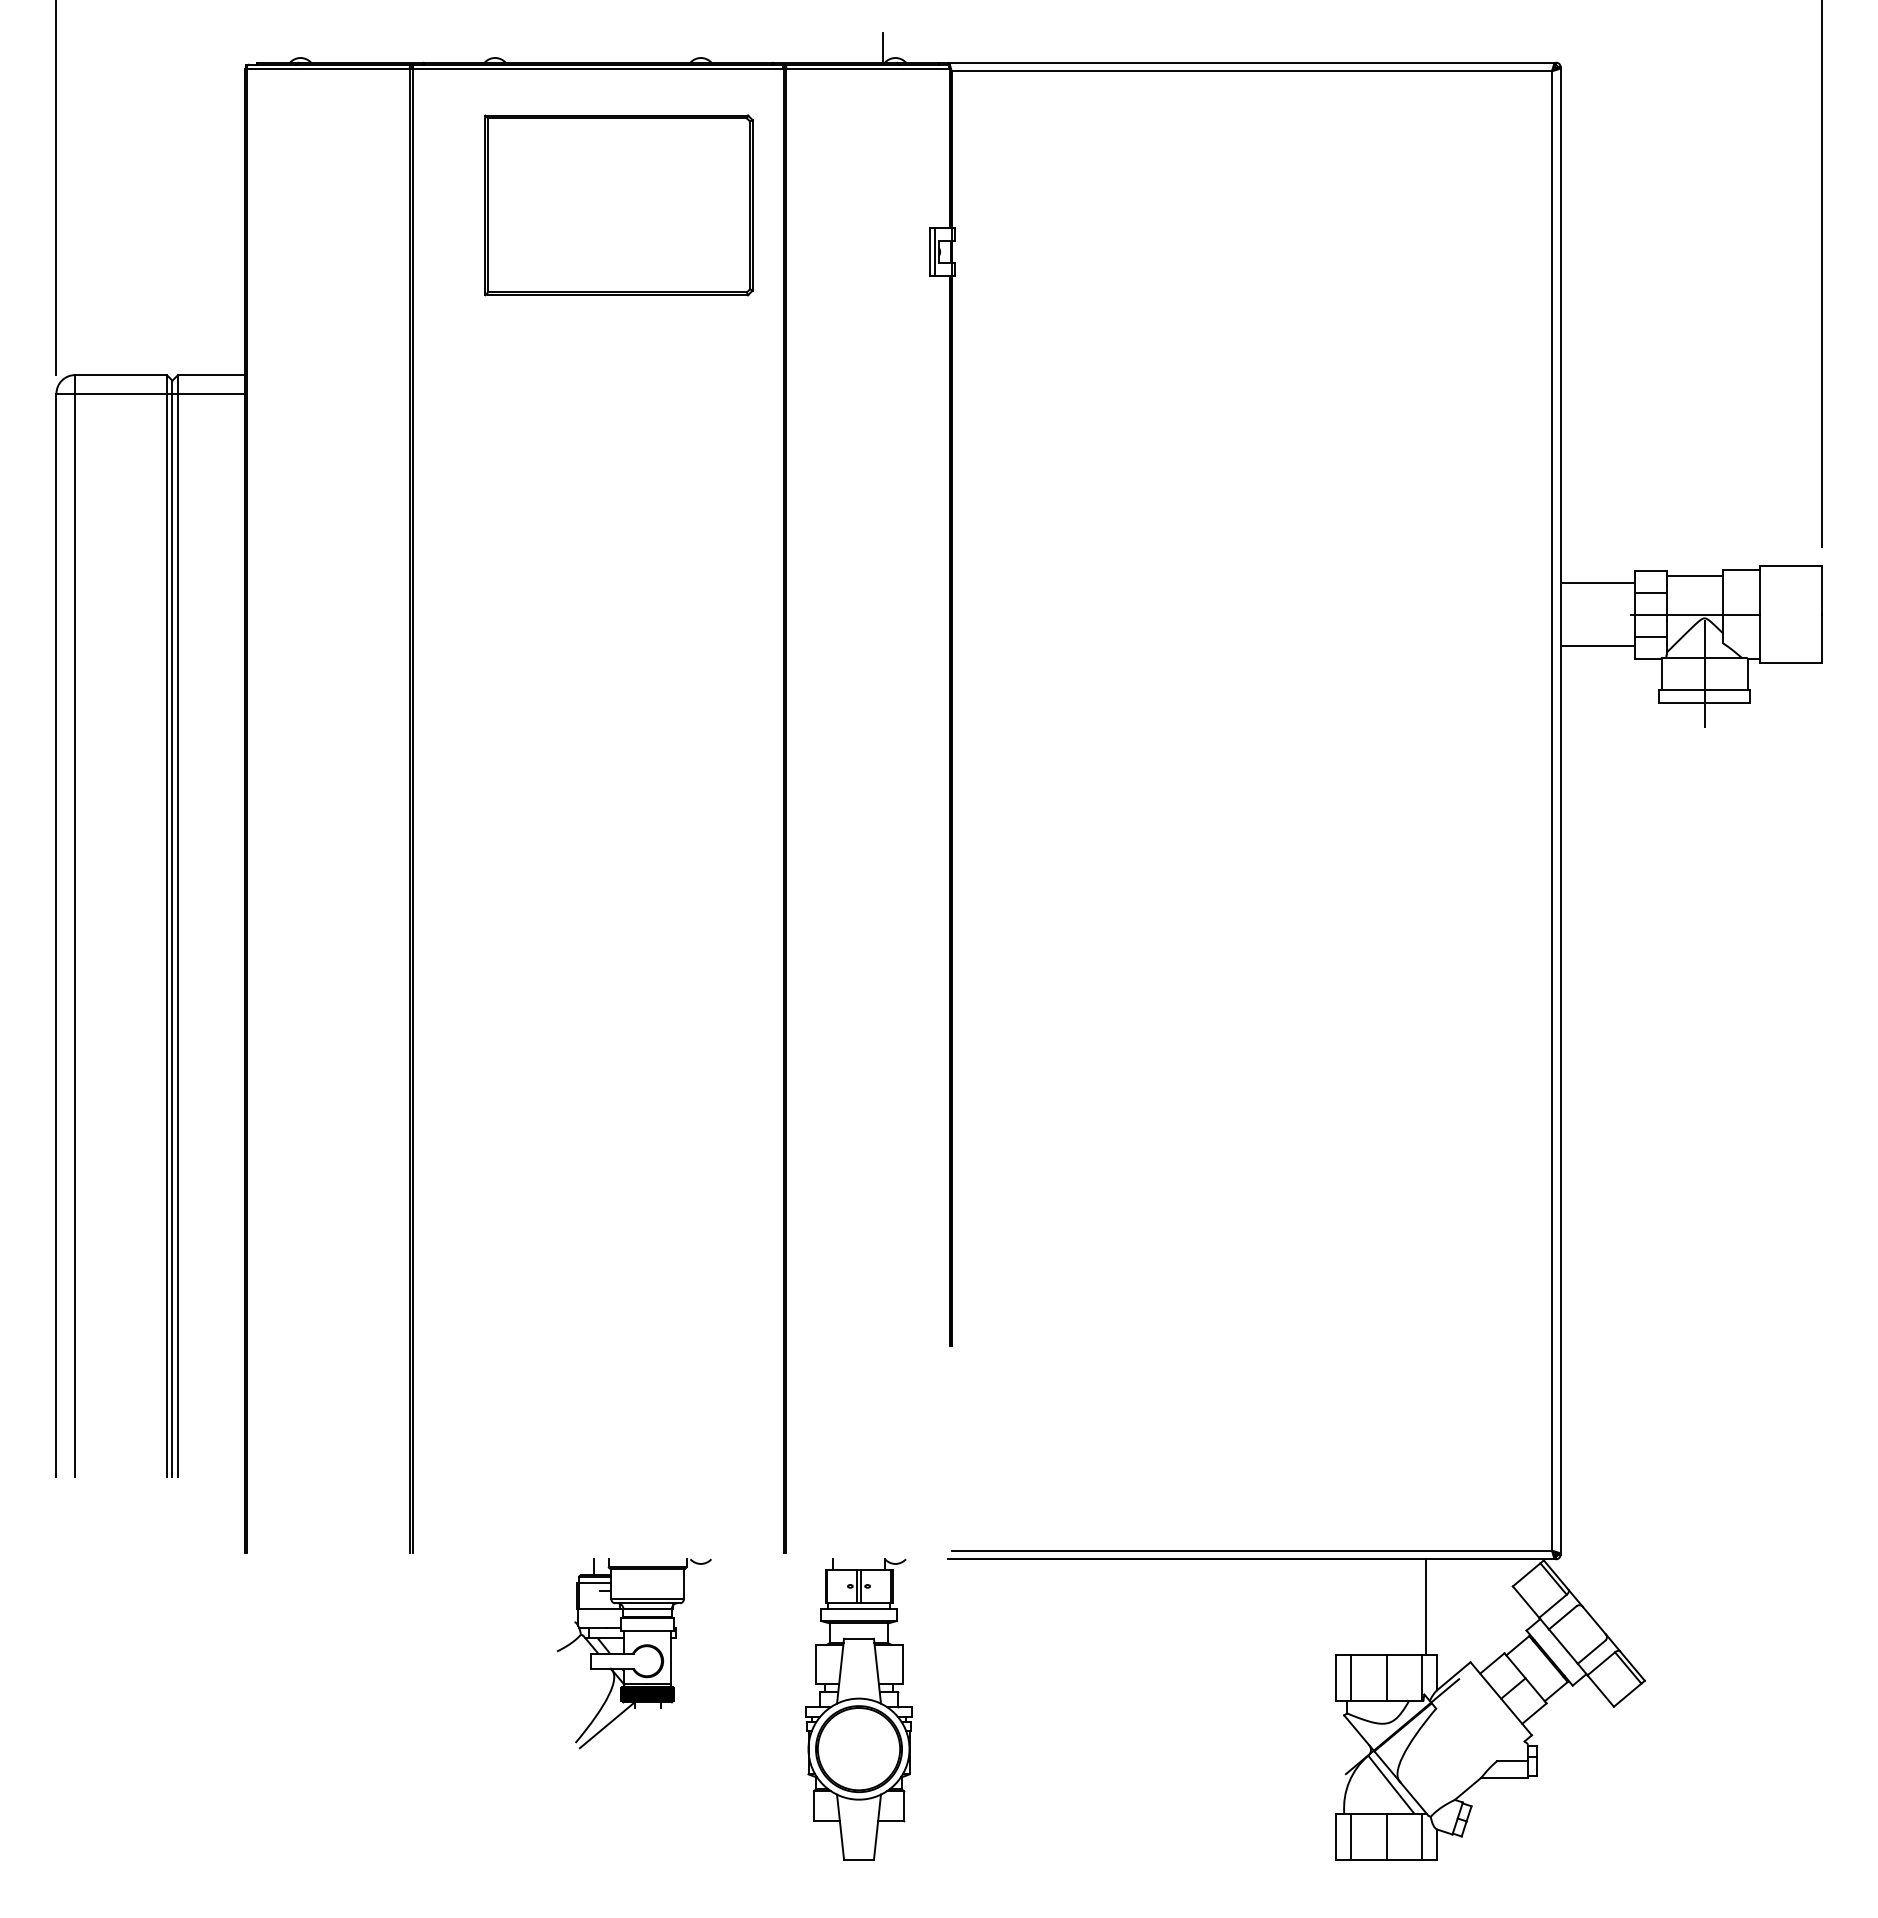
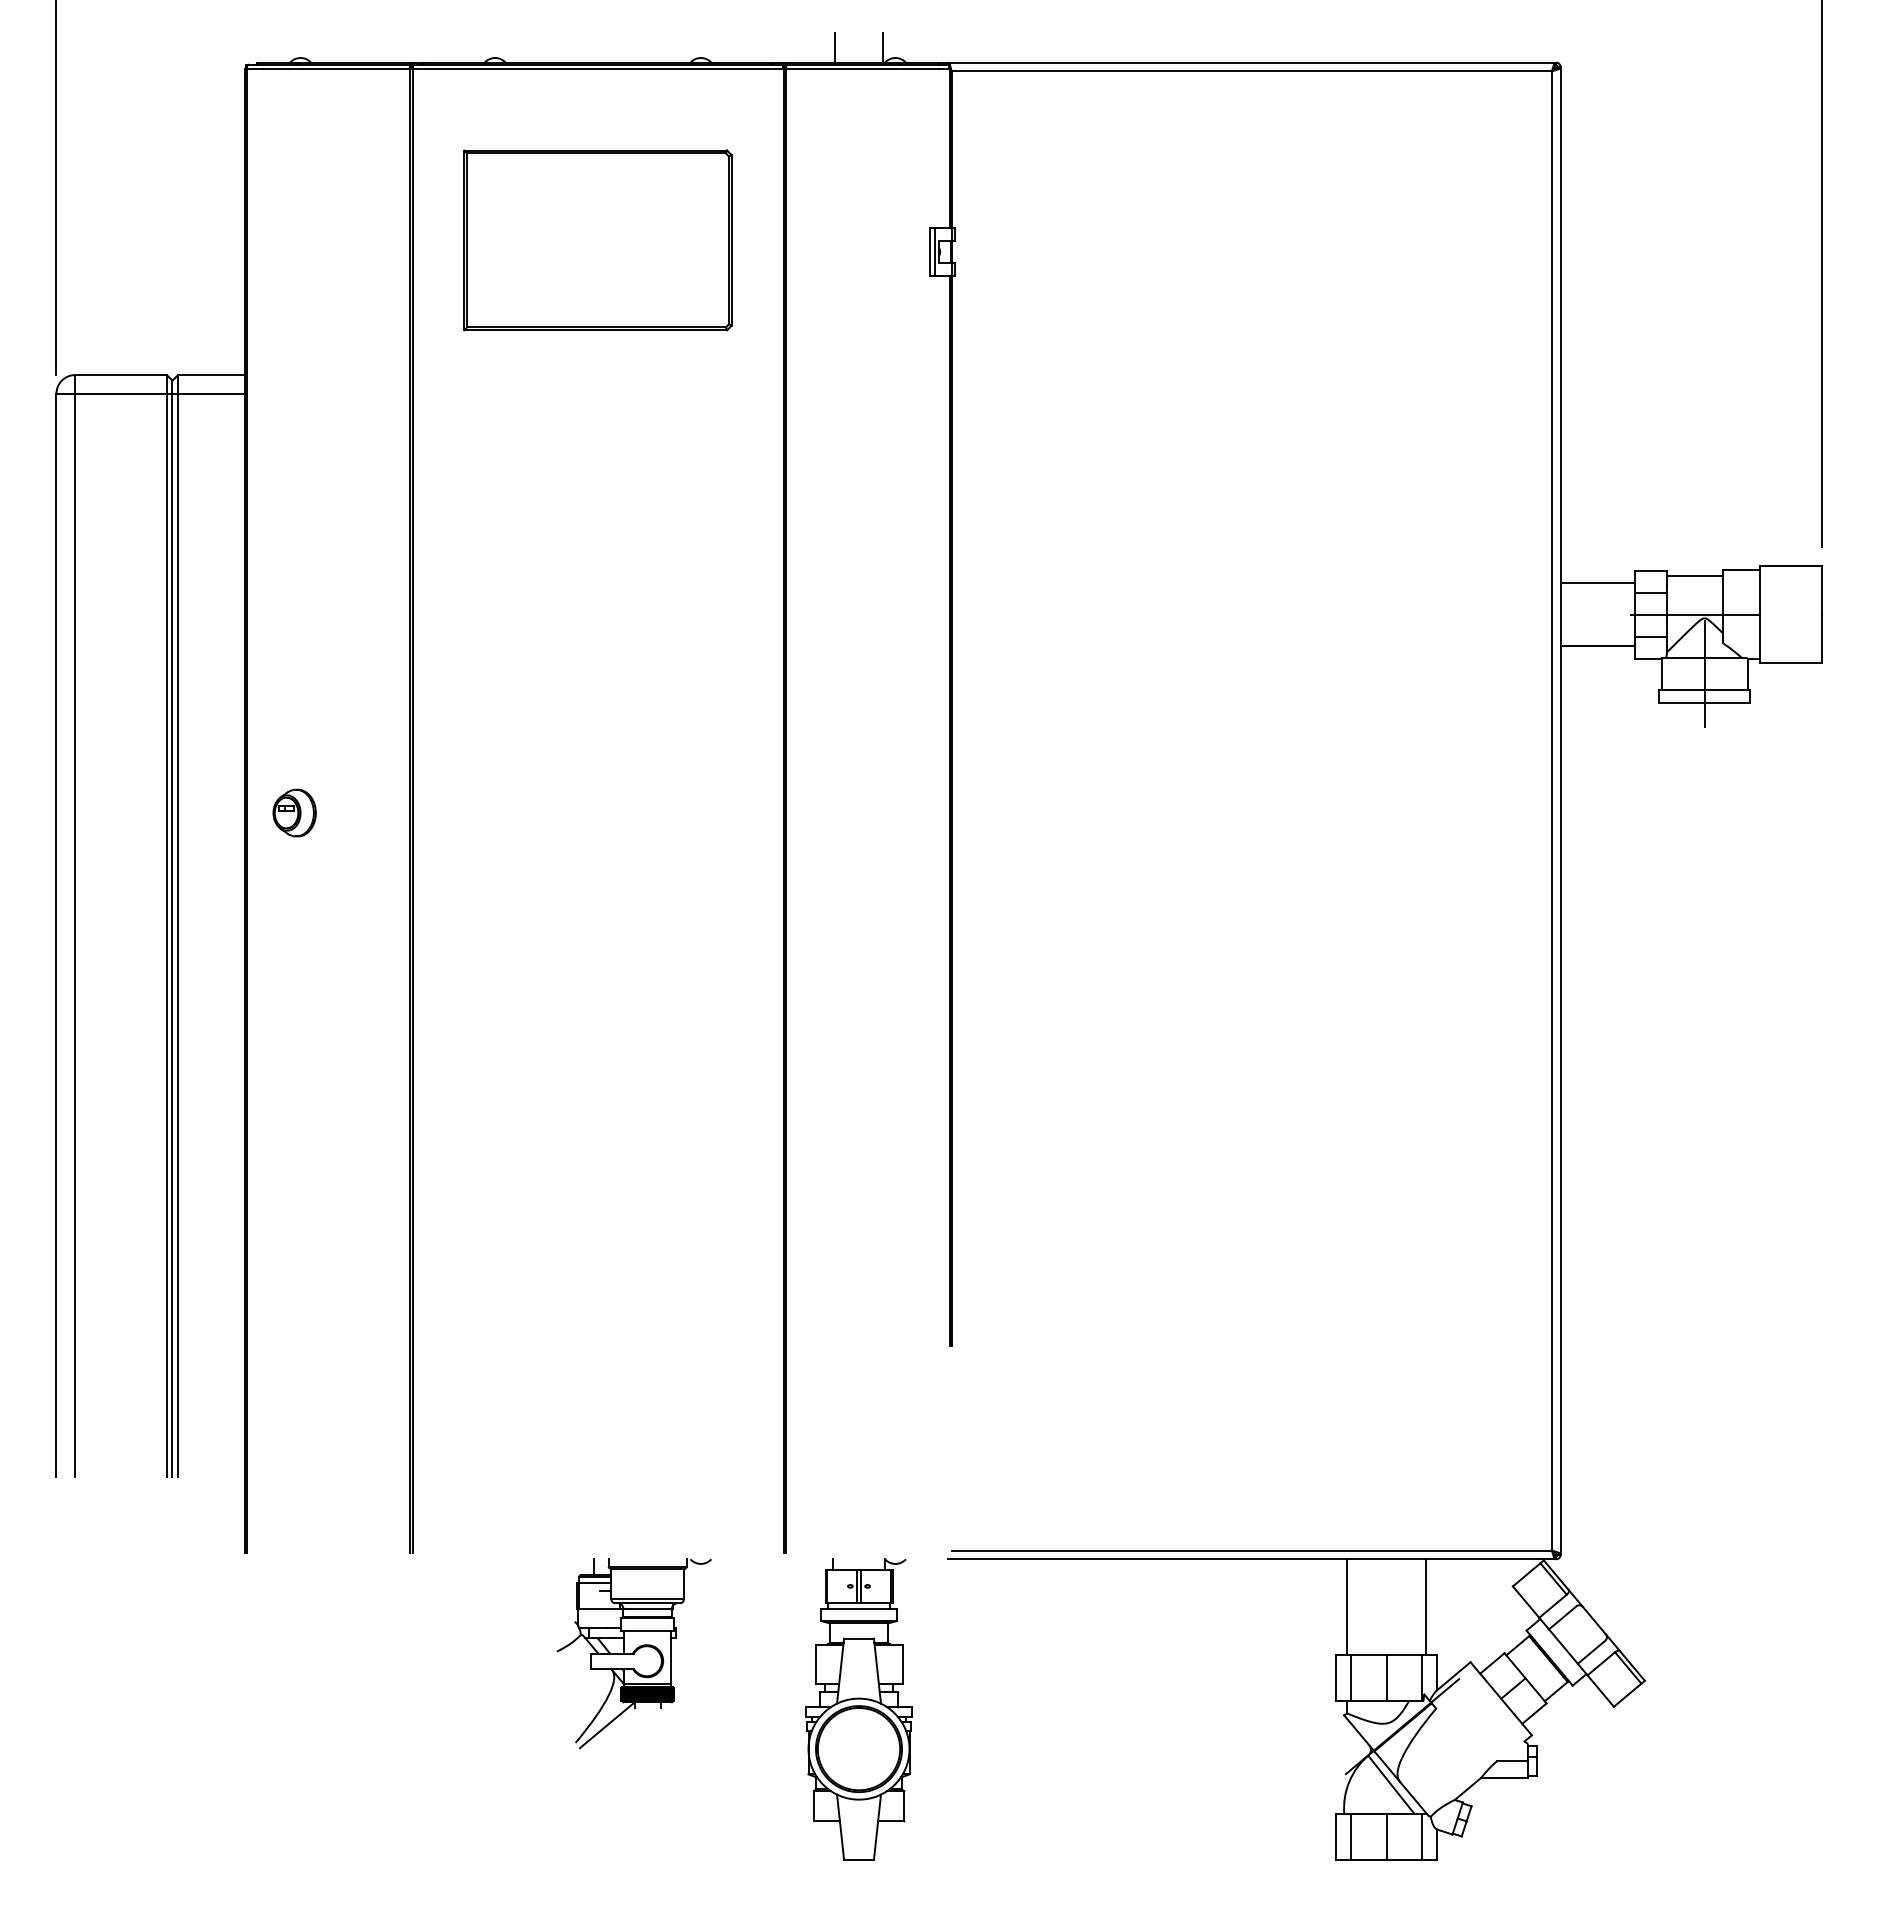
line at (834, 47): none -> present
part at (618, 205) position: (618, 205) -> (597, 240)
part at (294, 812): none -> present
line at (1347, 1606): none -> present
